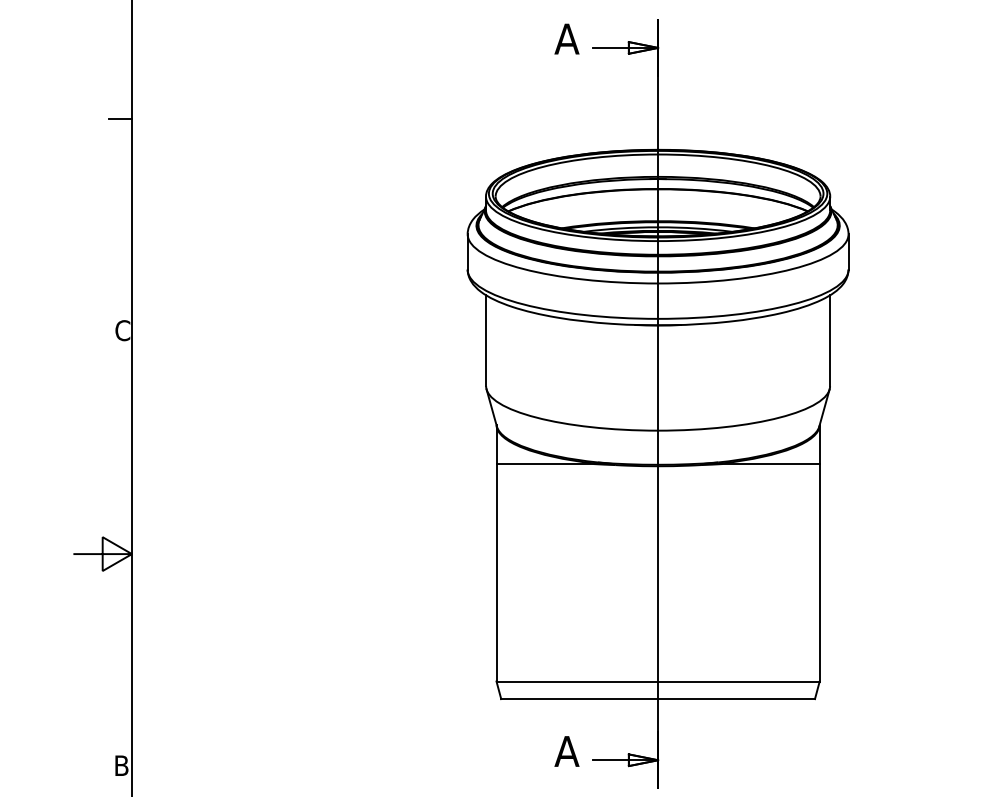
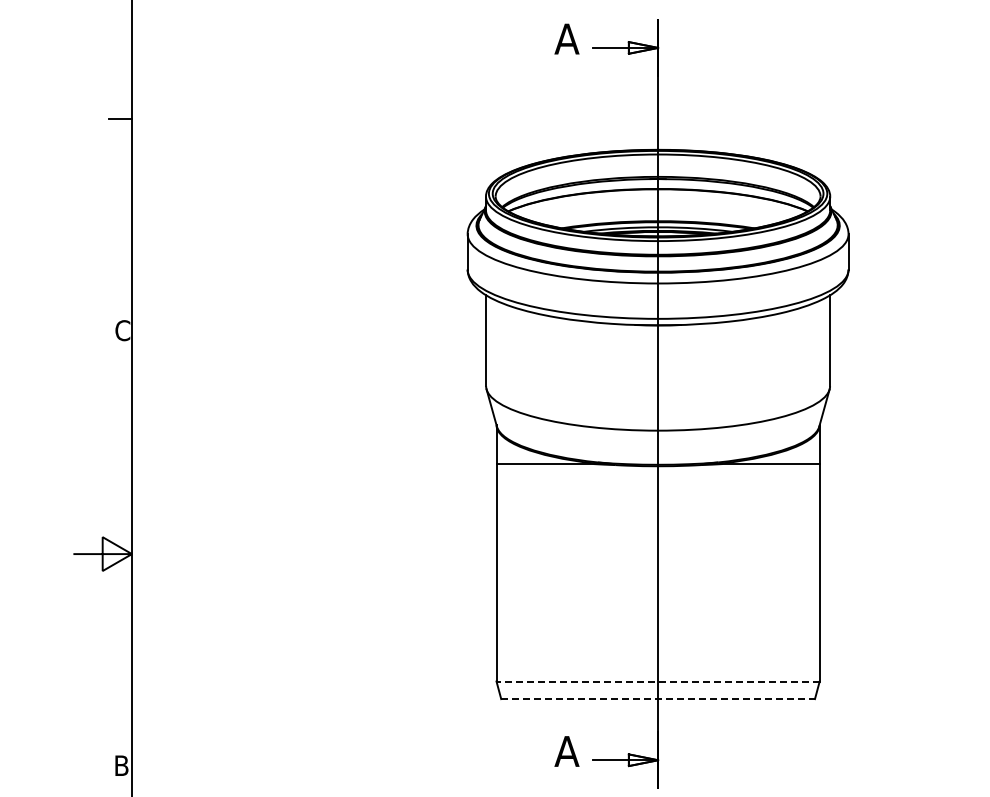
line at (658, 681): solid -> dashed
line at (658, 699): solid -> dashed
